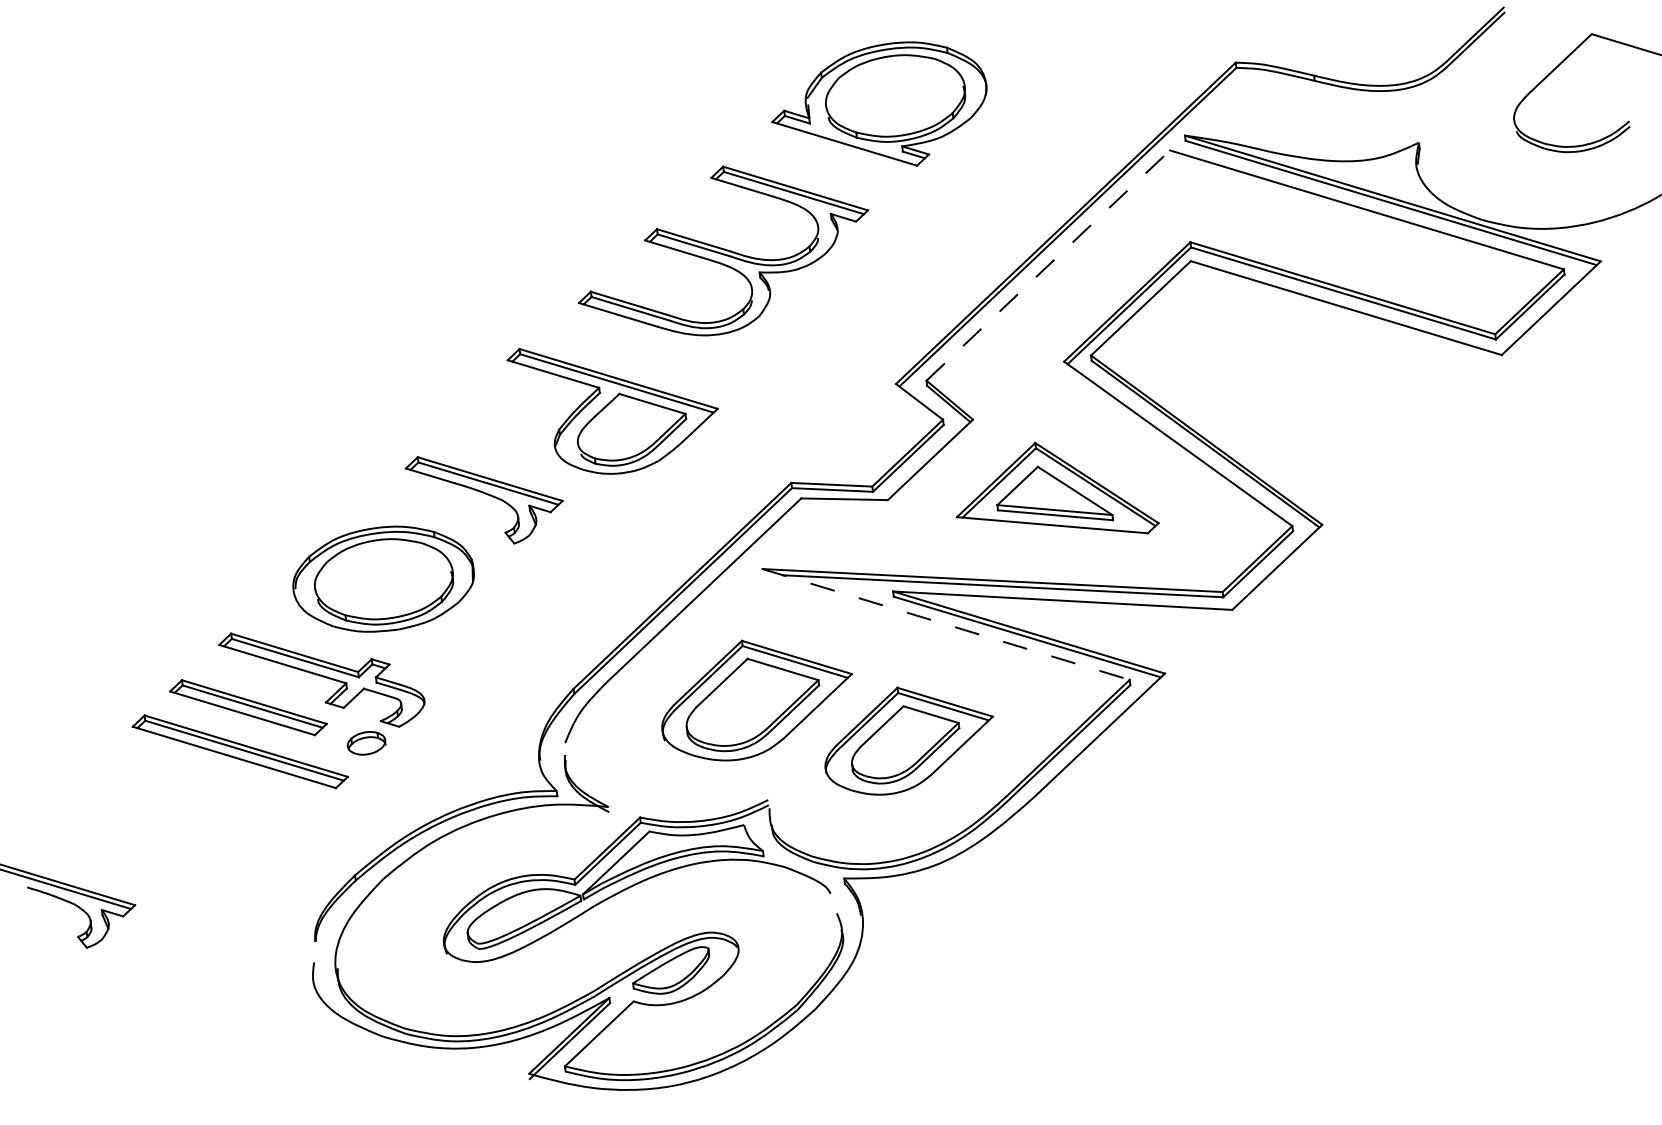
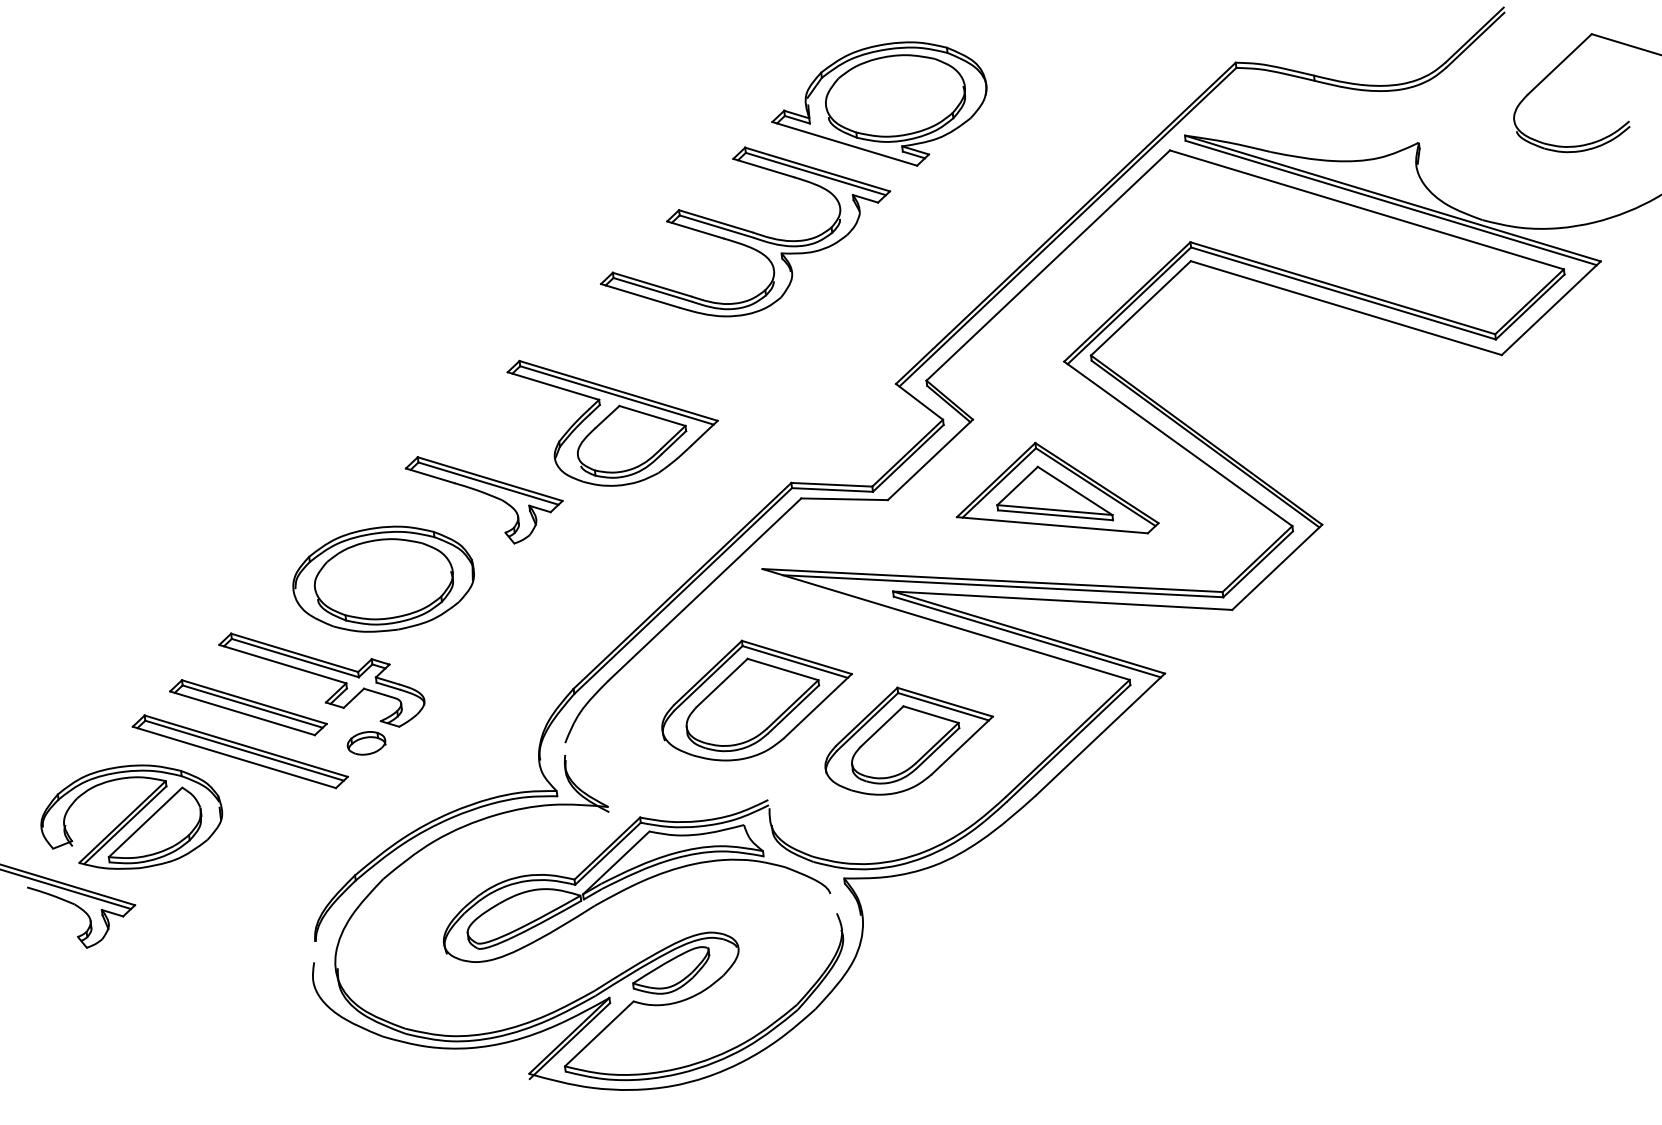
part at (723, 250) position: (723, 250) -> (745, 231)
line at (1048, 265): dashed -> solid
part at (612, 410) position: (612, 410) -> (612, 422)
line at (946, 624): dashed -> solid
part at (131, 816): none -> present
